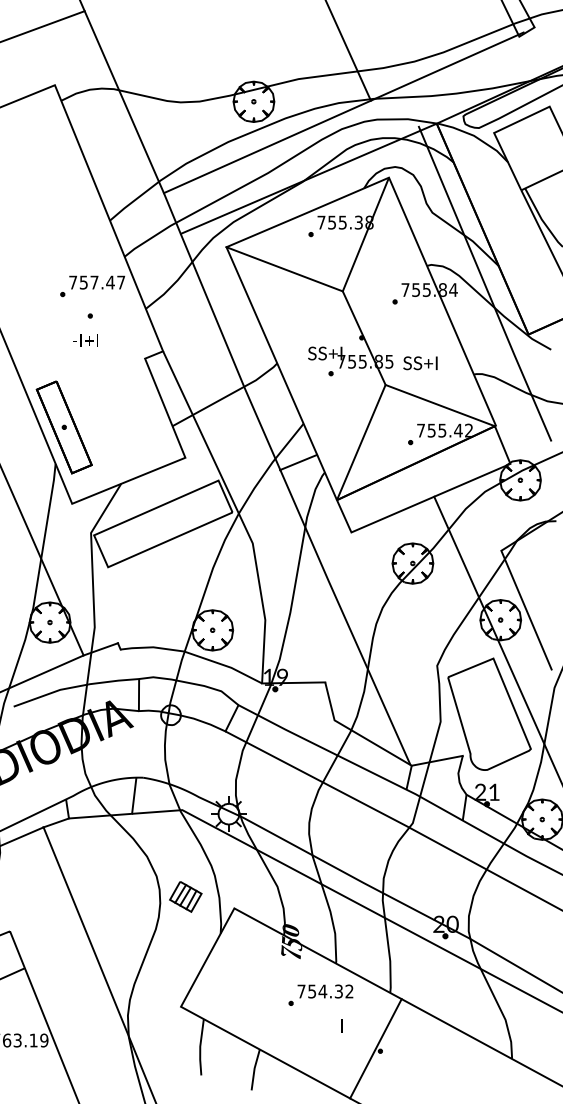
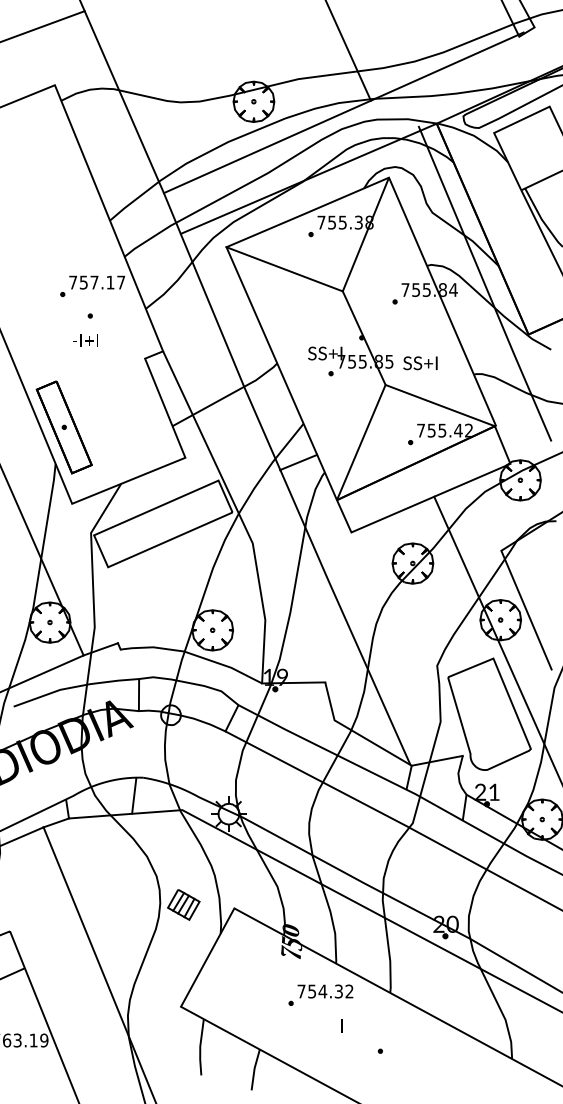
text at (110, 282): 757.47 -> 757.17
part at (185, 896) position: (185, 896) -> (183, 904)
line at (375, 1048): present -> none
